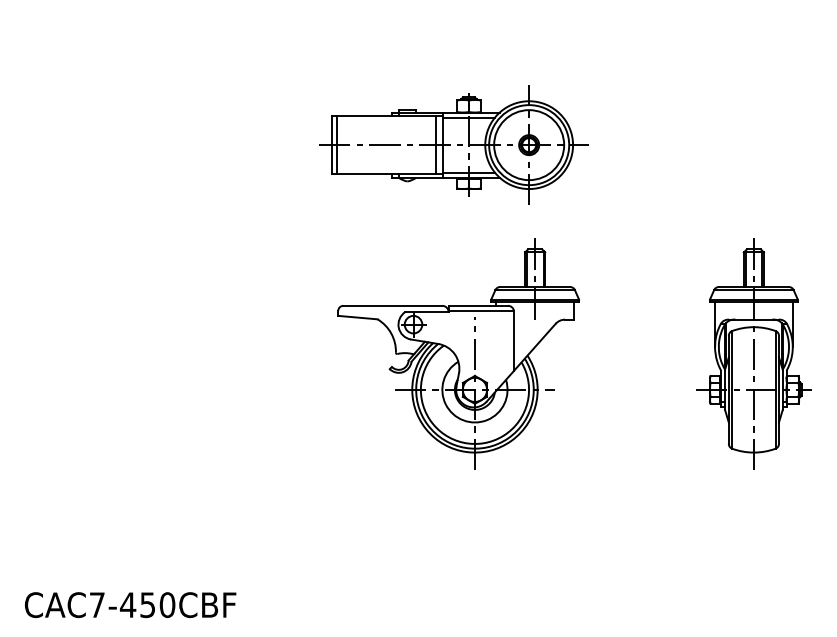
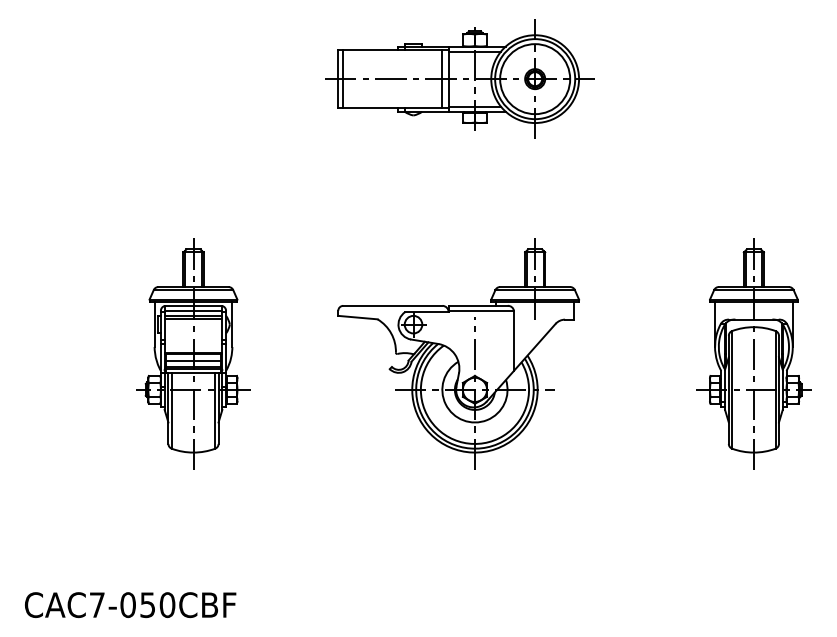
part at (453, 144) position: (453, 144) -> (459, 78)
part at (193, 353): none -> present
text at (128, 605): CAC7-450CBF -> CAC7-050CBF
